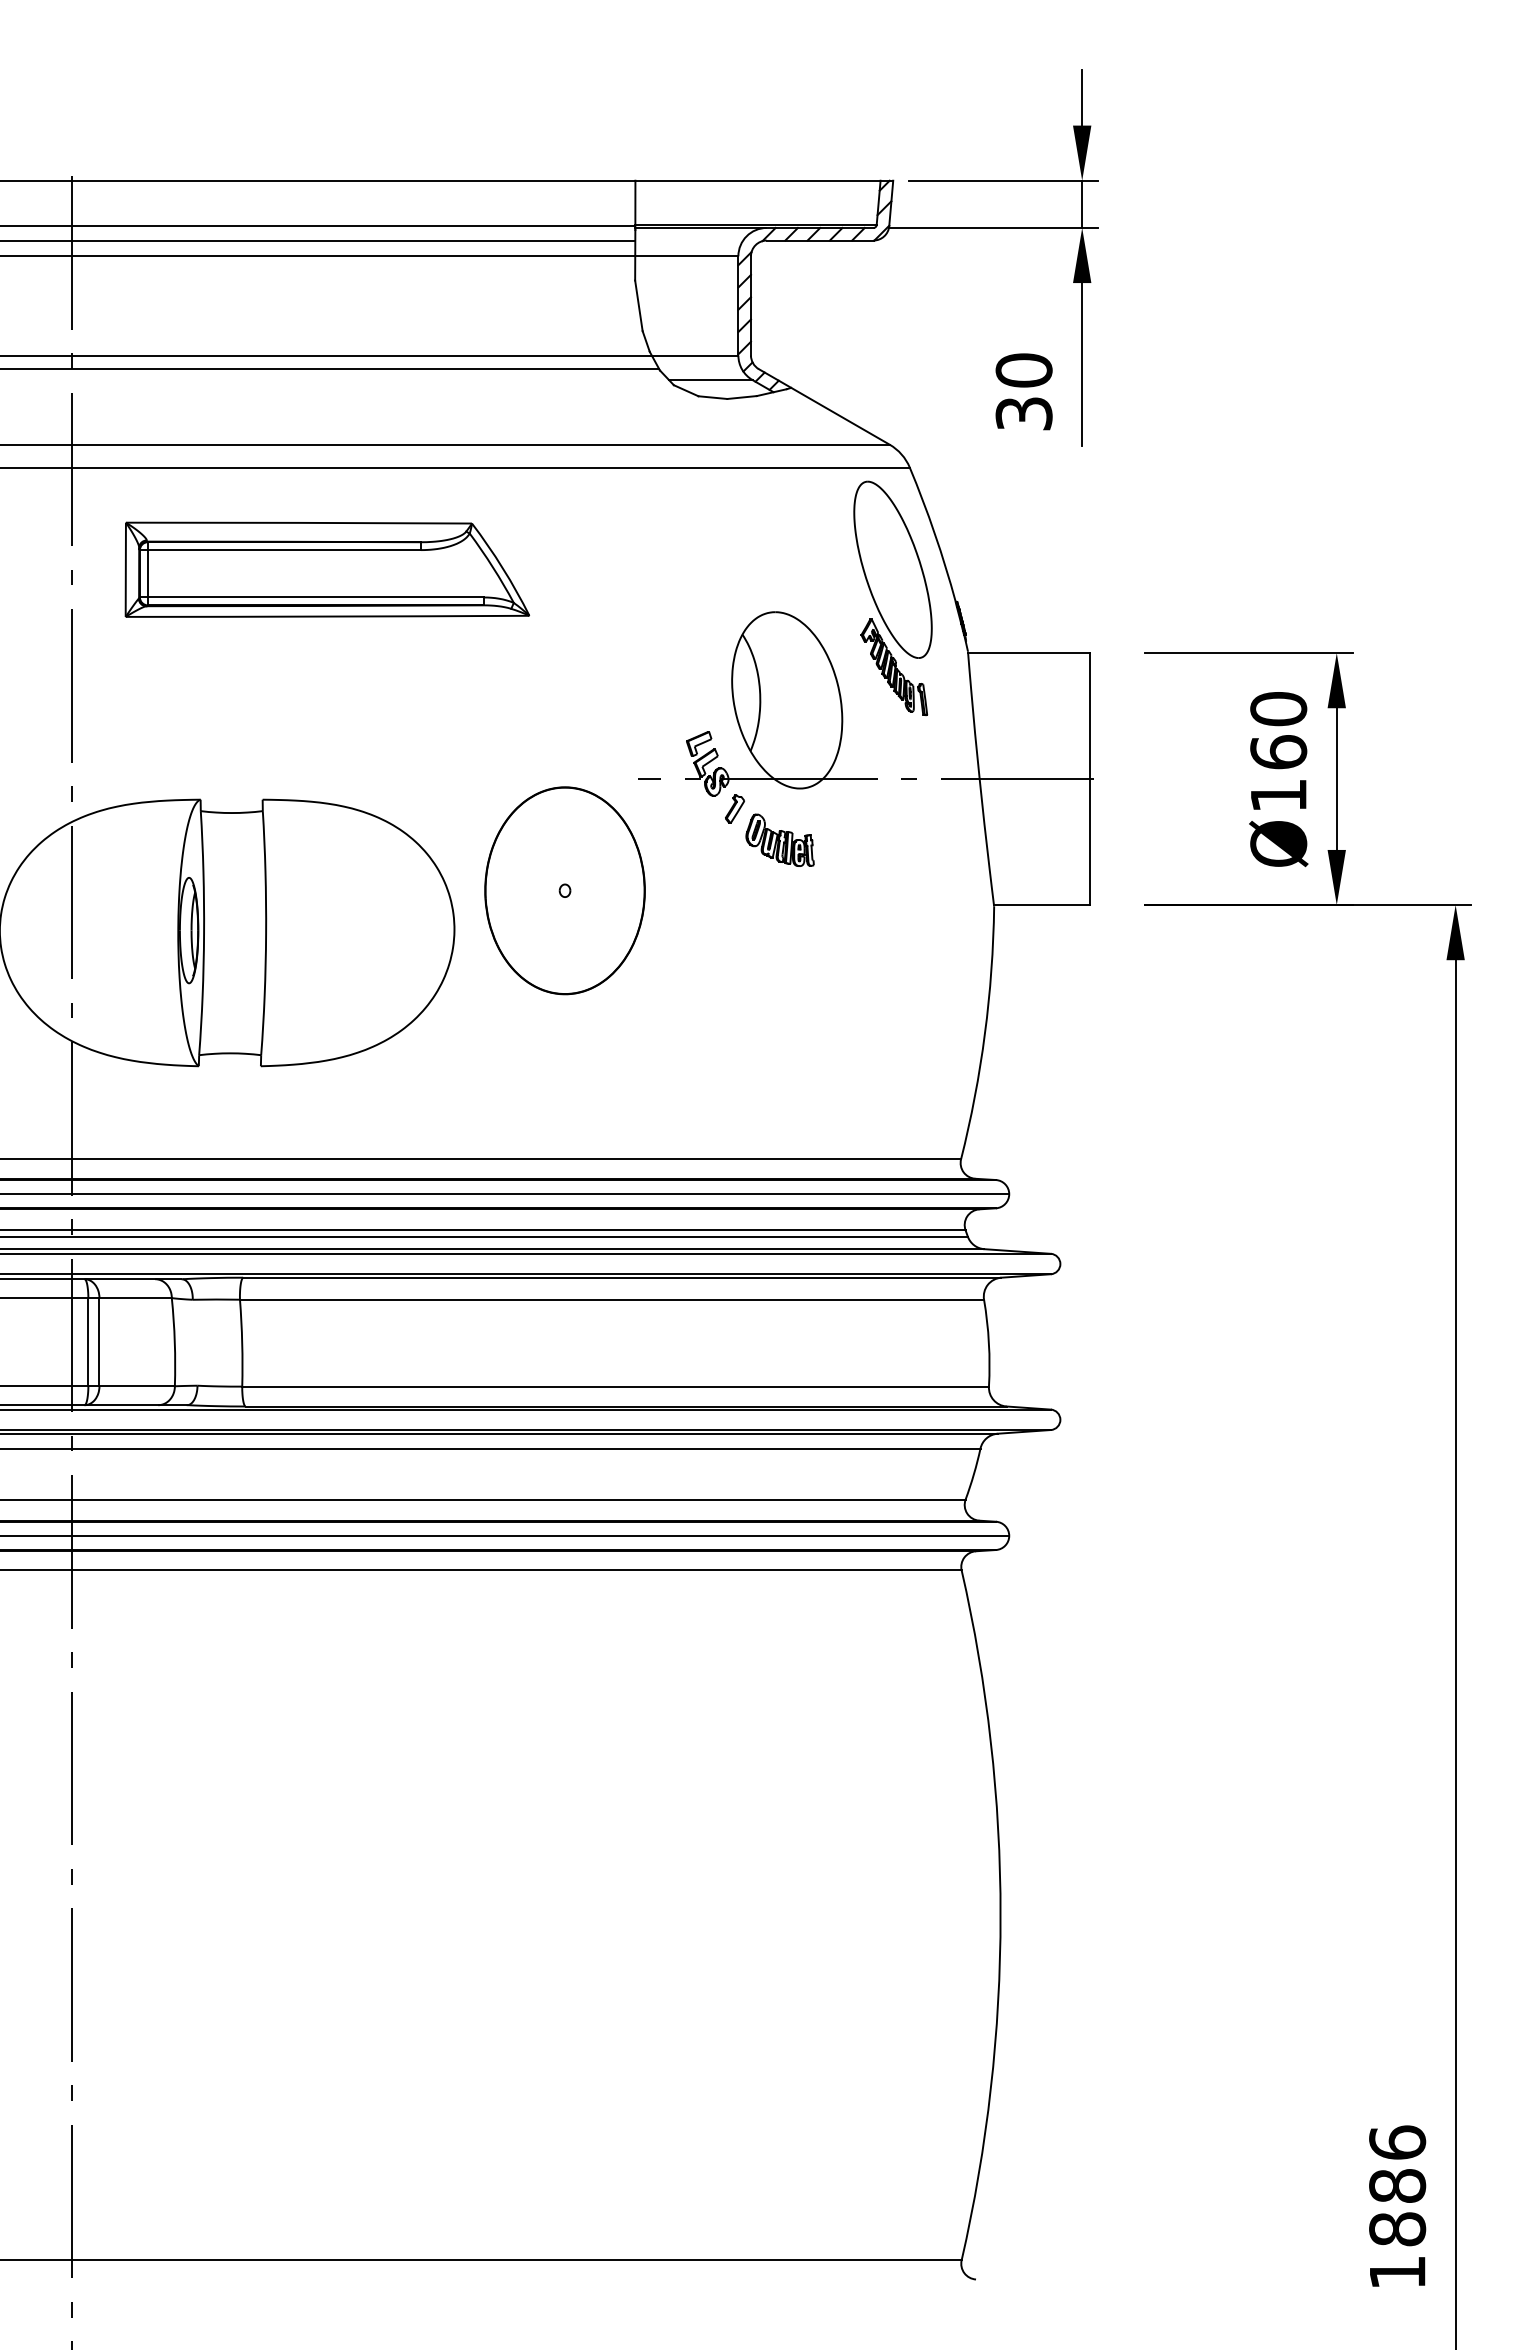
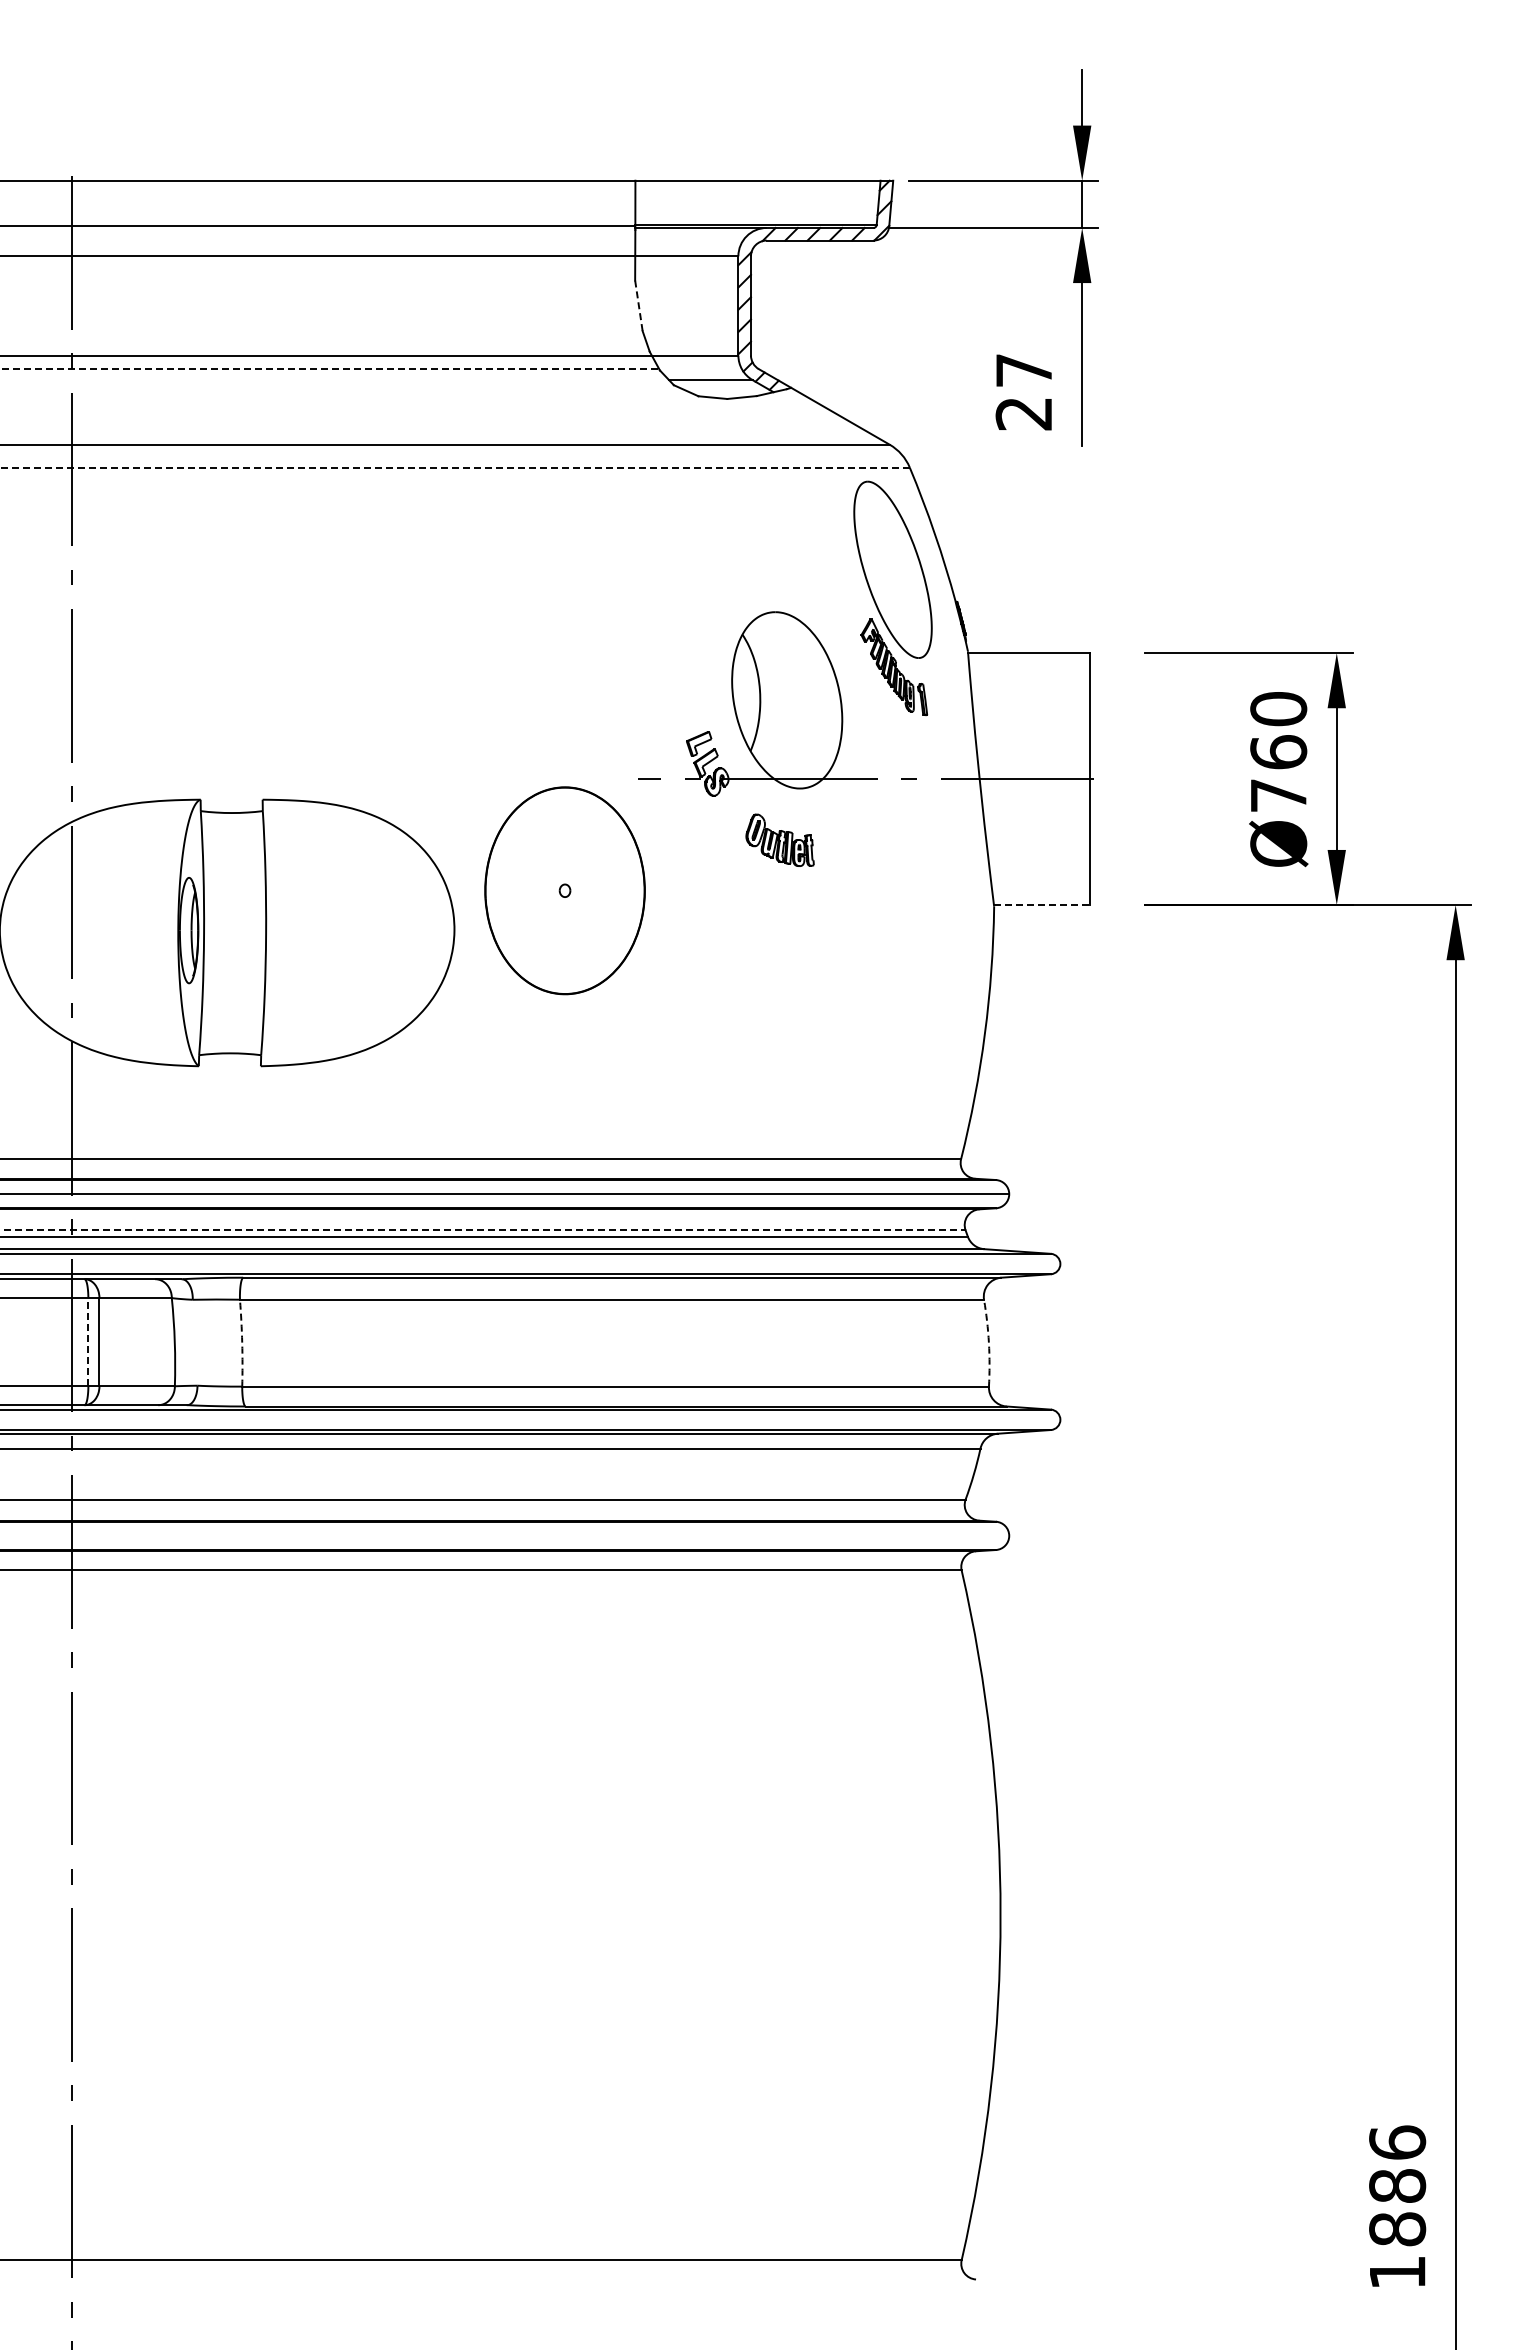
line at (318, 240): present -> none
line at (638, 305): solid -> dashed
line at (330, 369): solid -> dashed
text at (1023, 391): 30 -> 27
line at (454, 467): solid -> dashed
part at (326, 569): present -> none
text at (1278, 795): Ø160 -> Ø760
part at (734, 808): present -> none
line at (1041, 905): solid -> dashed
line at (483, 1230): solid -> dashed
line at (88, 1341): solid -> dashed
arc at (242, 1343): solid -> dashed
arc at (988, 1343): solid -> dashed
line at (505, 1535): present -> none
